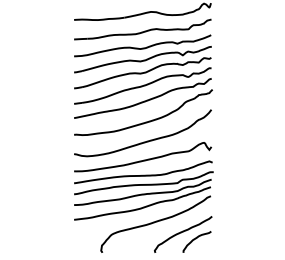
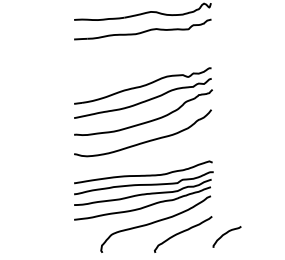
part at (142, 61): present -> none
curve at (143, 159): present -> none
curve at (196, 239) position: (196, 239) -> (226, 234)
